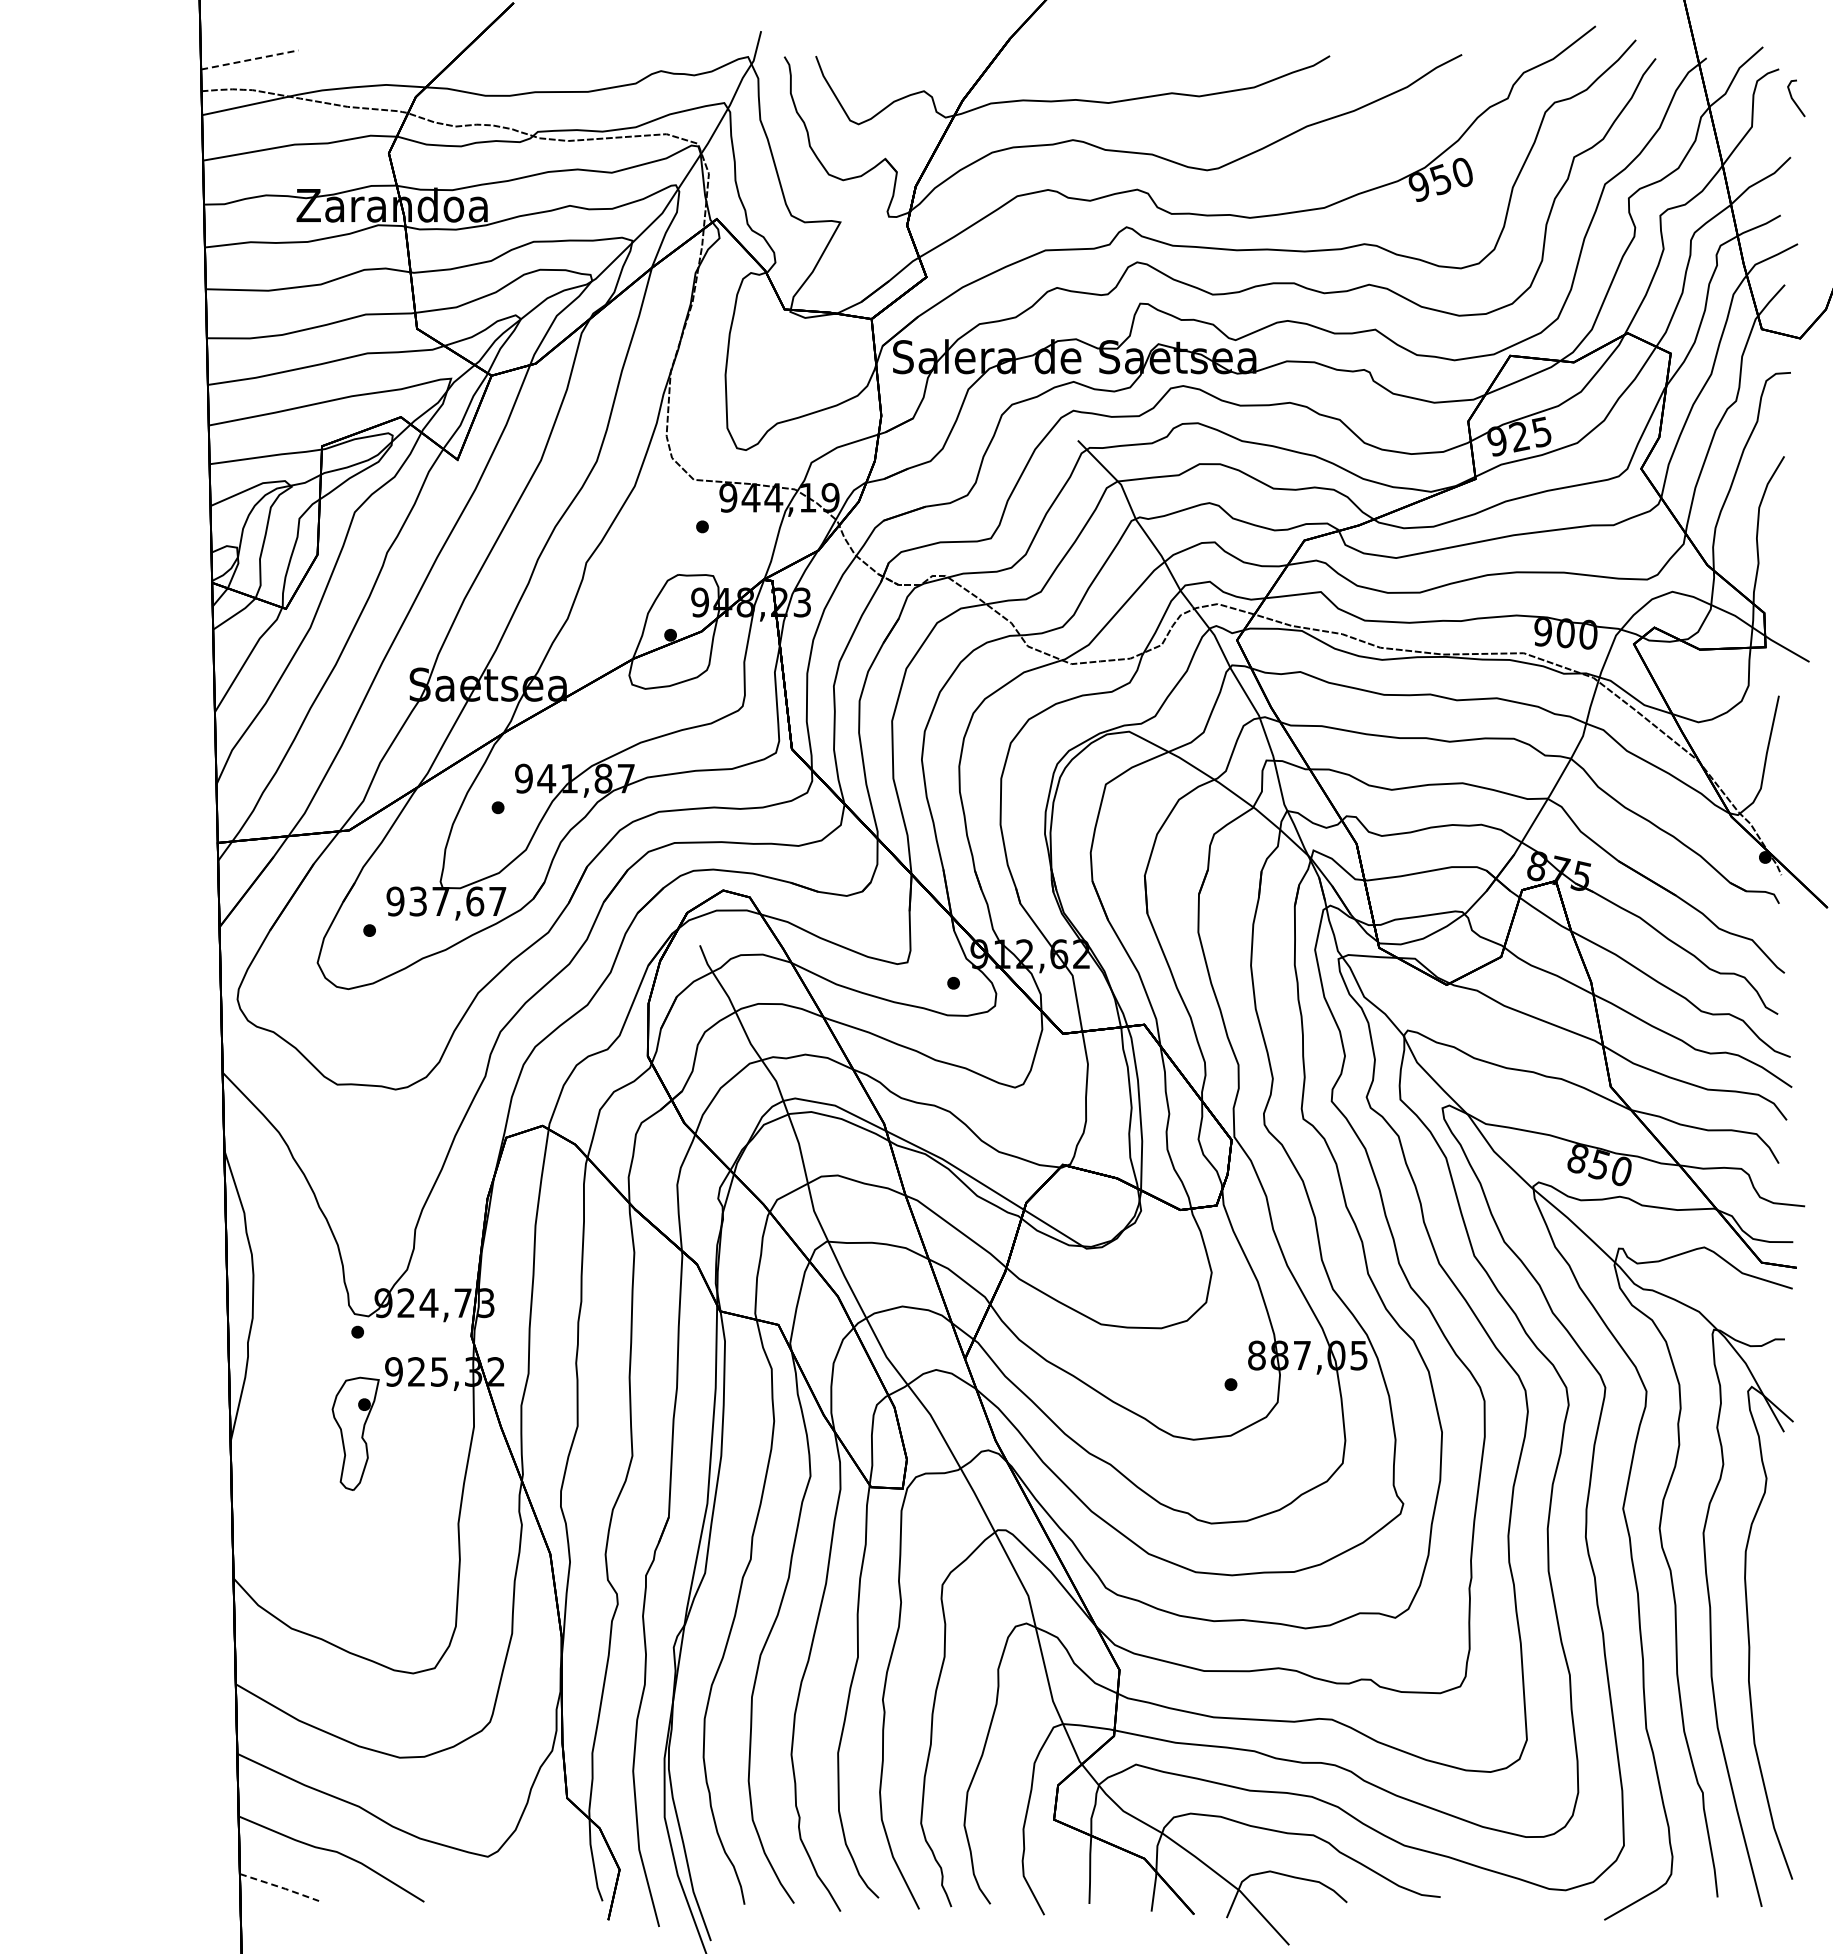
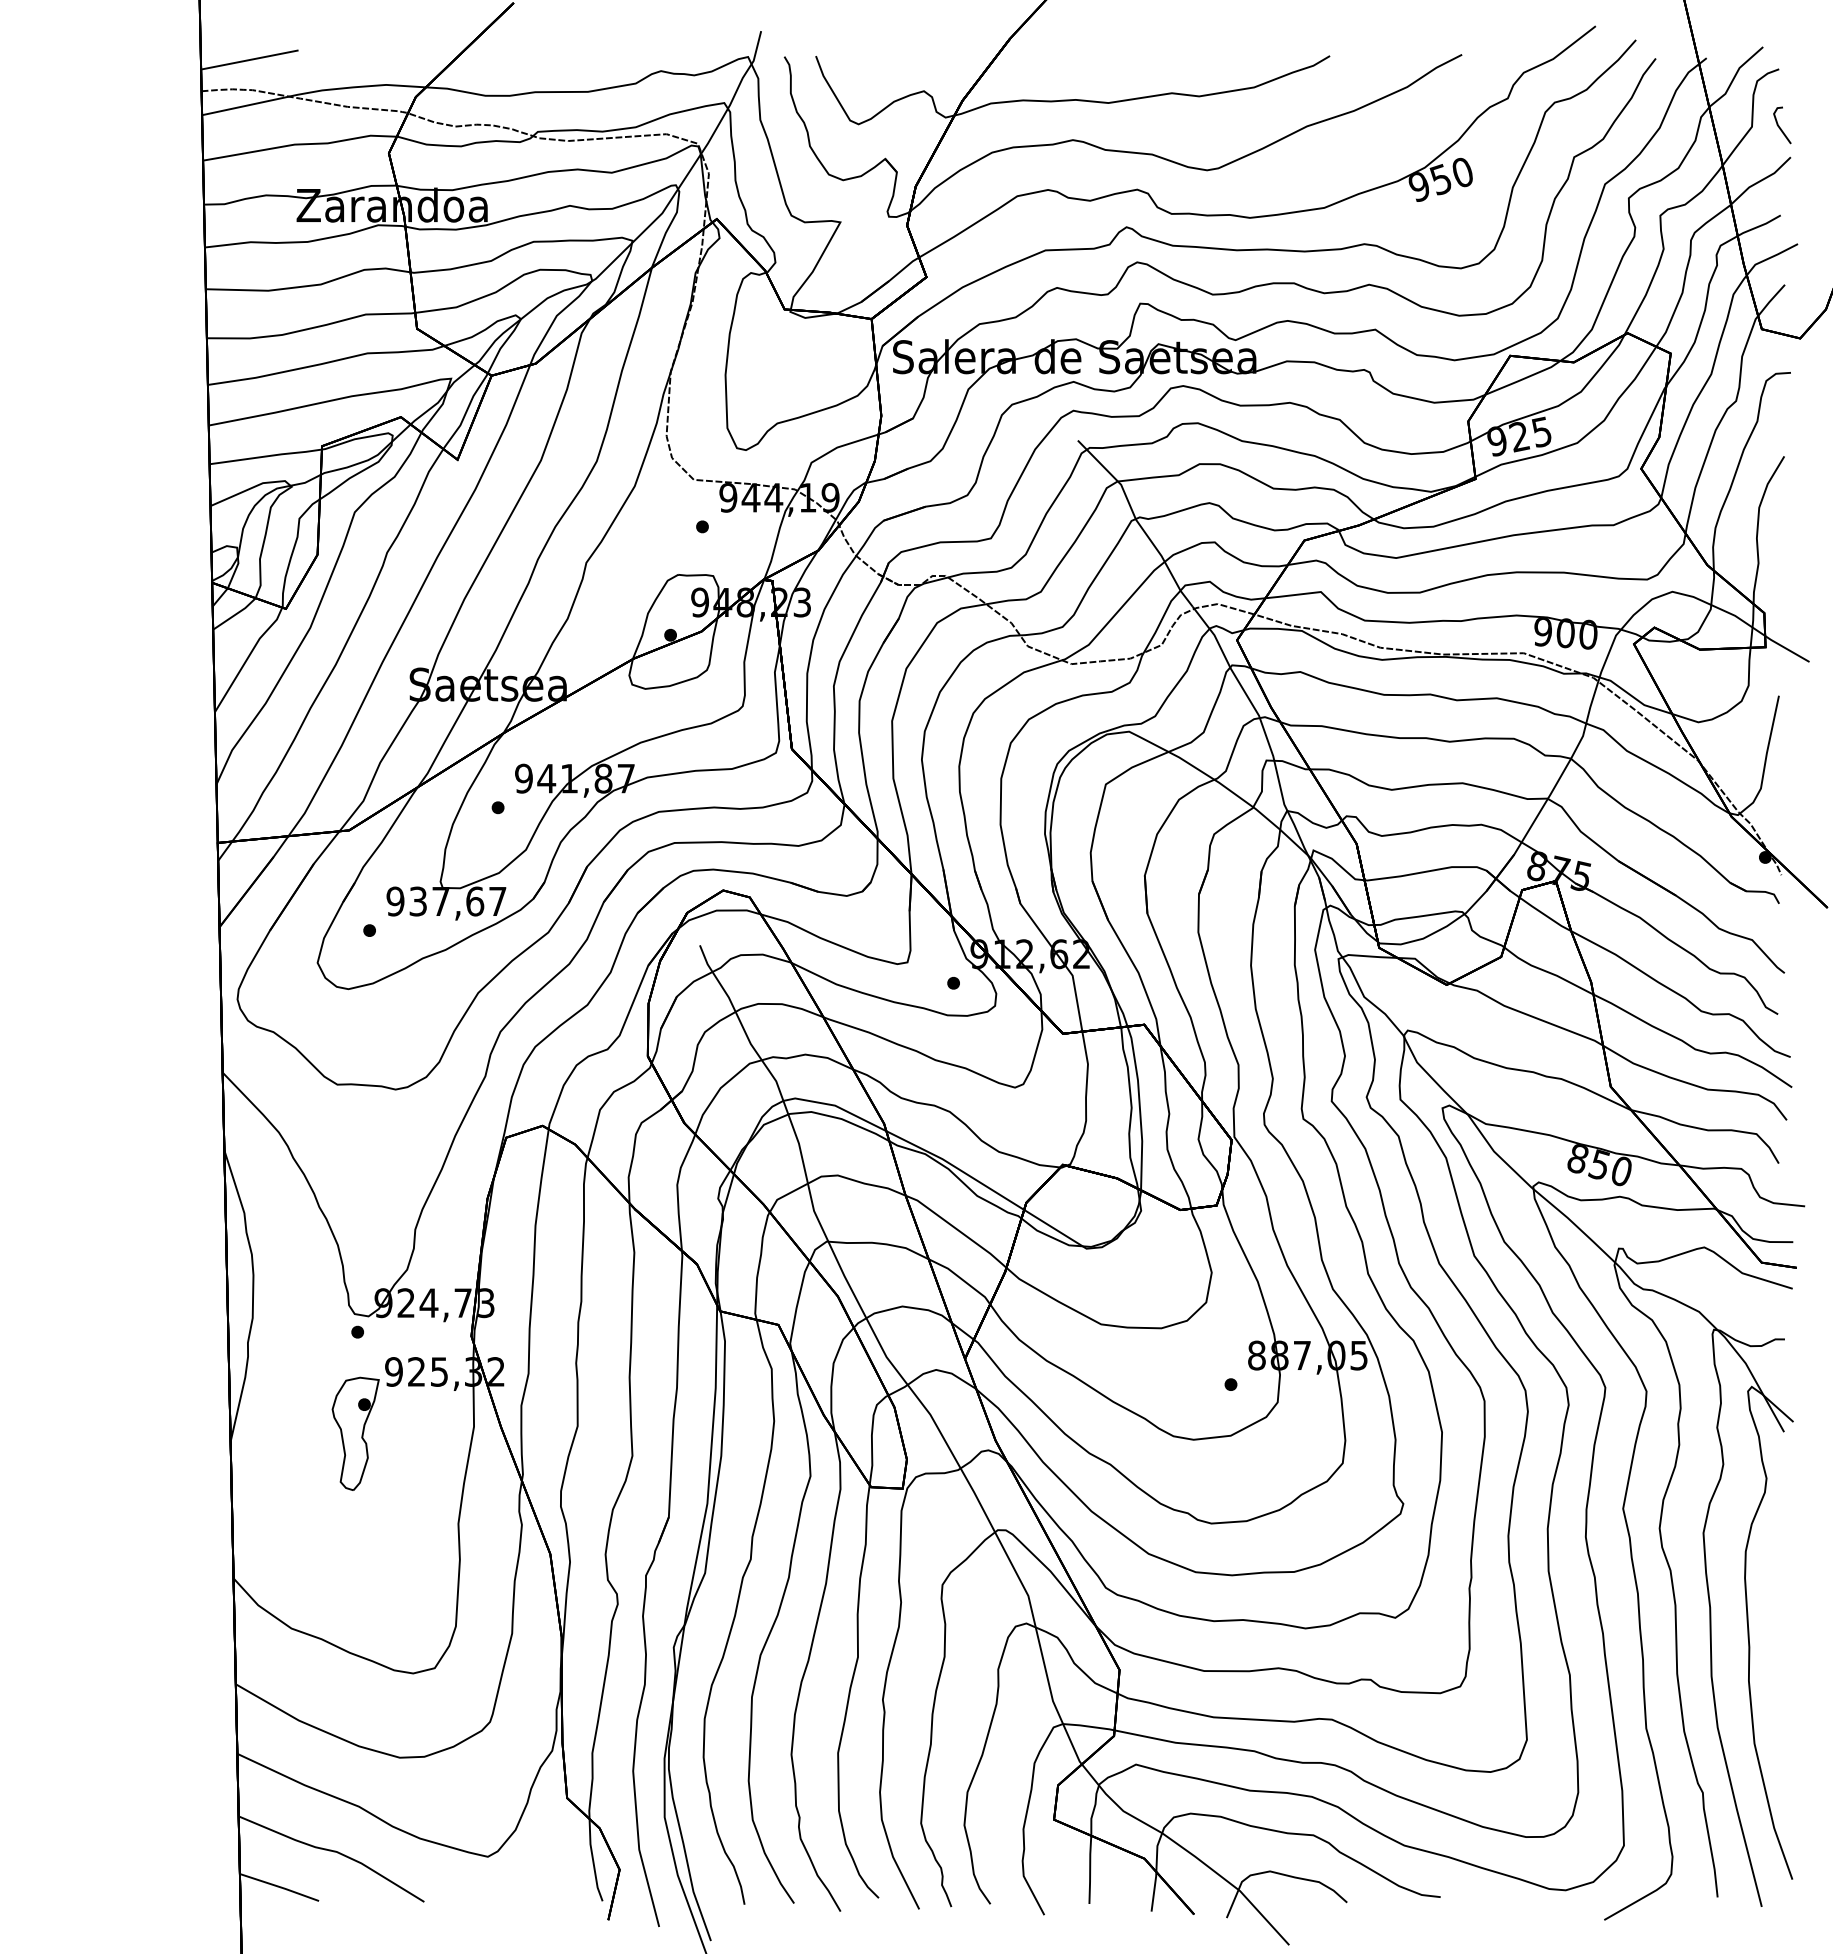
line at (249, 59): dashed -> solid
line at (1794, 100) position: (1794, 100) -> (1780, 127)
line at (280, 1887): dashed -> solid
